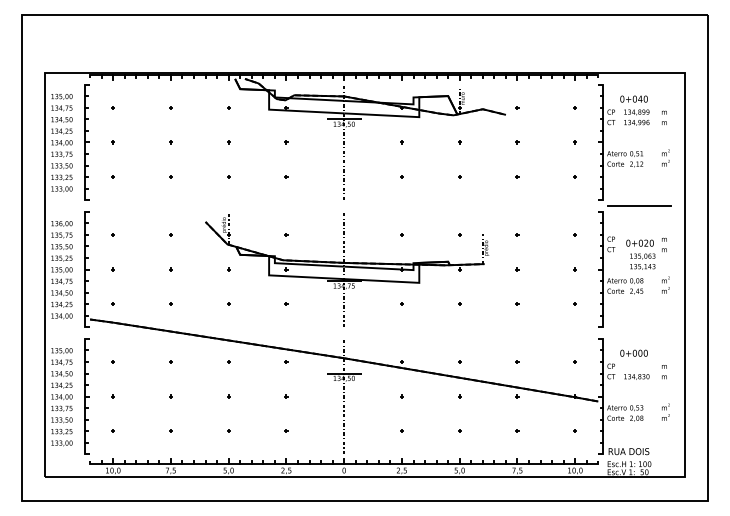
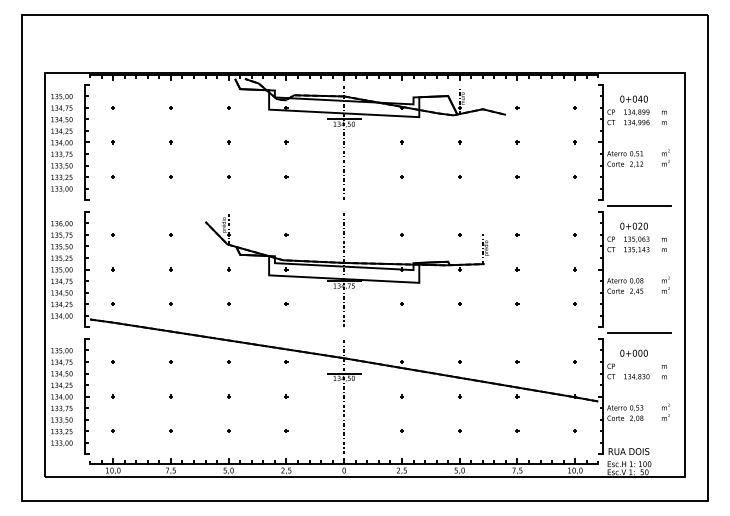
text at (640, 254) position: (640, 254) -> (634, 237)
line at (639, 333): none -> present
